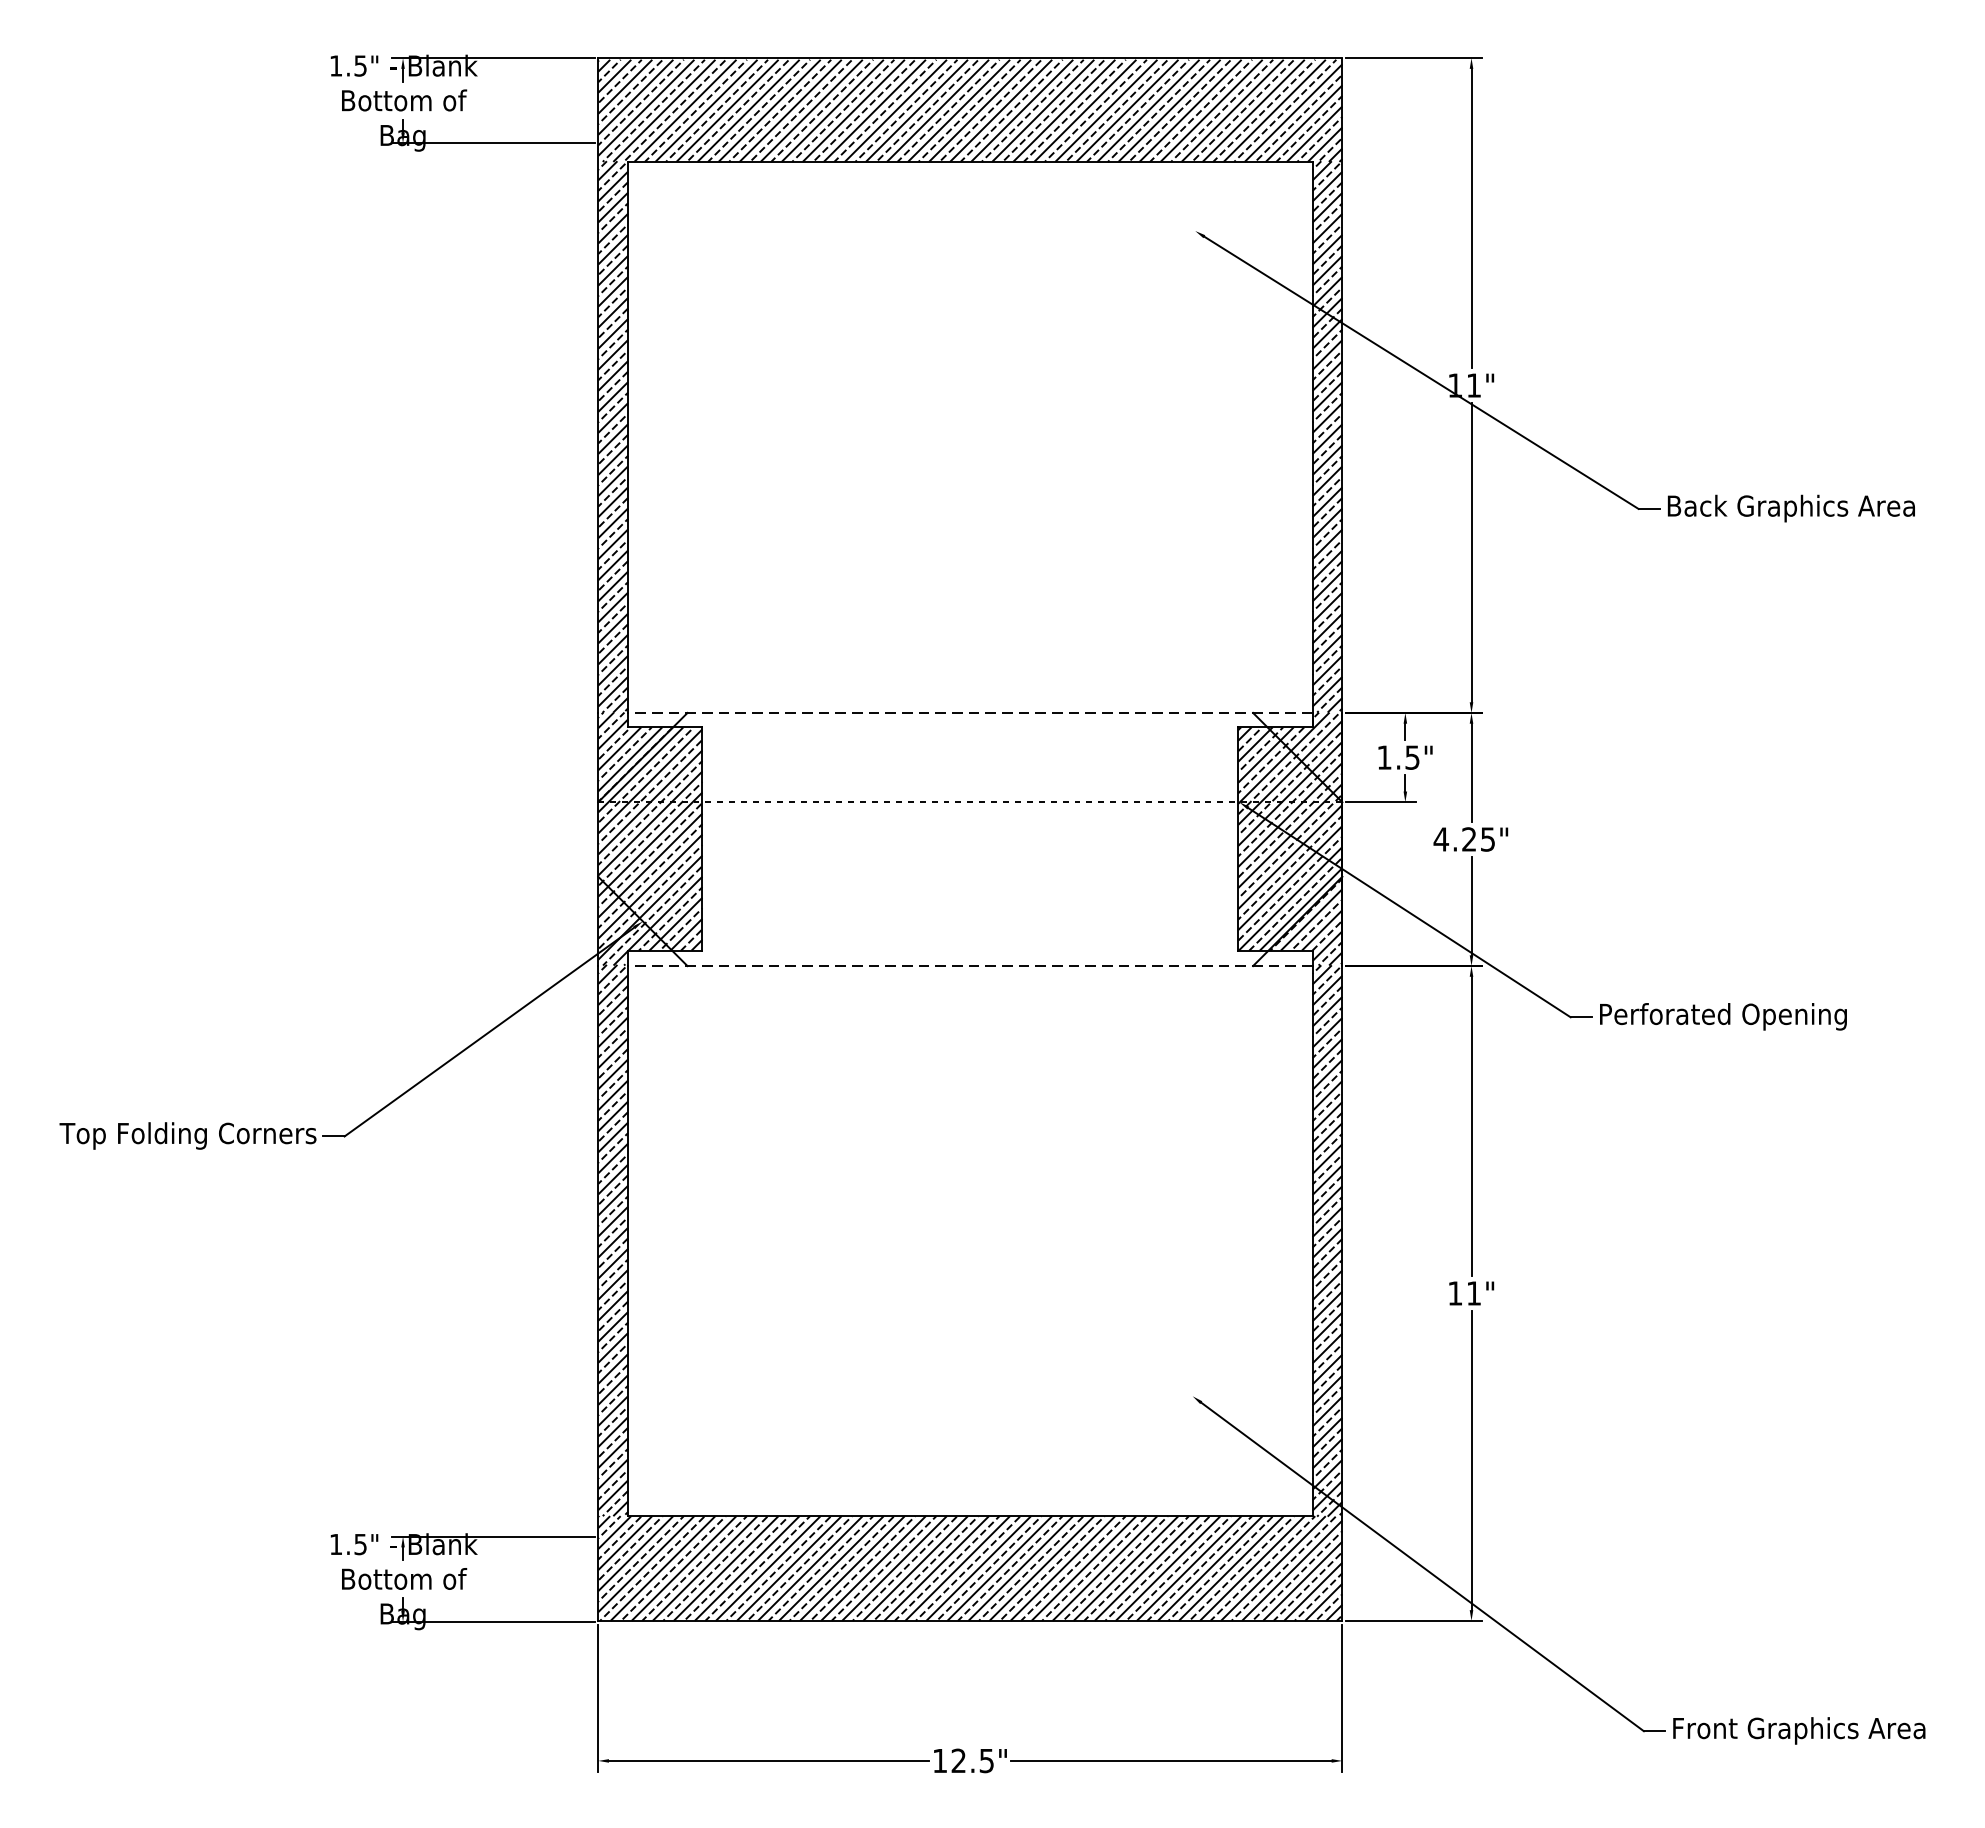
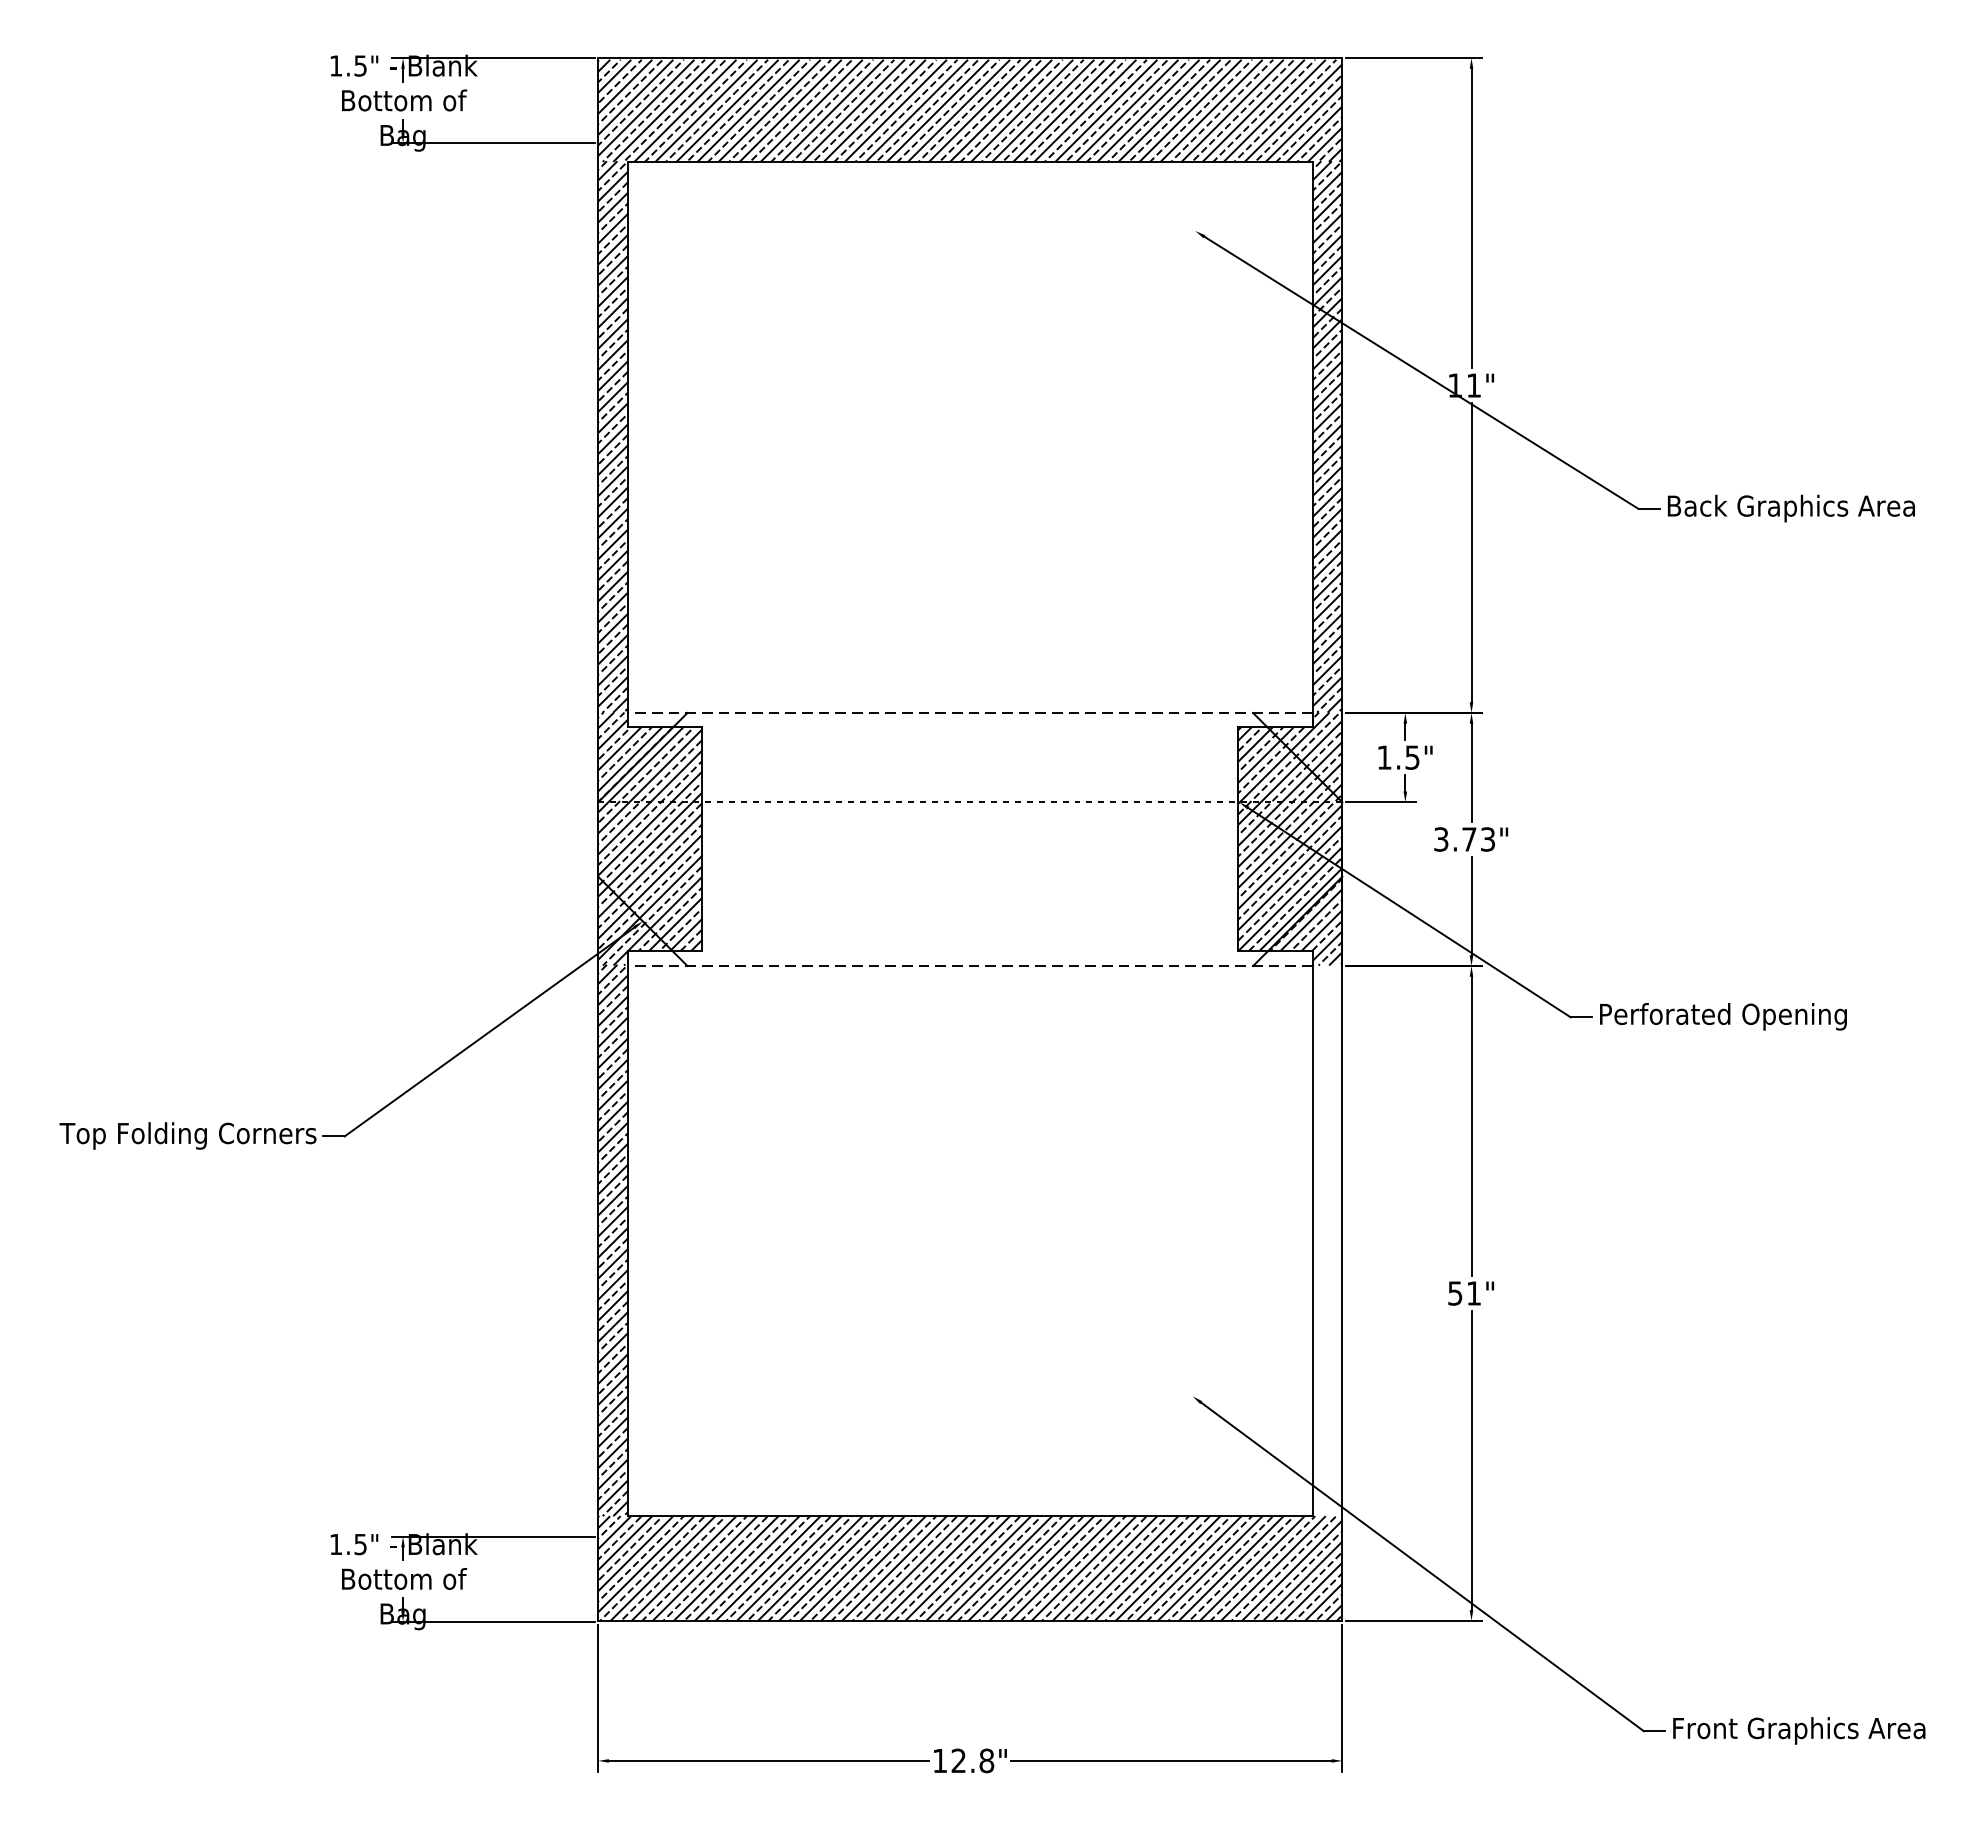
text at (1464, 839): 4.25" -> 3.73"
hatch at (1327, 1240): present -> none
text at (1455, 1293): 11" -> 51"
text at (986, 1760): 12.5" -> 12.8"
